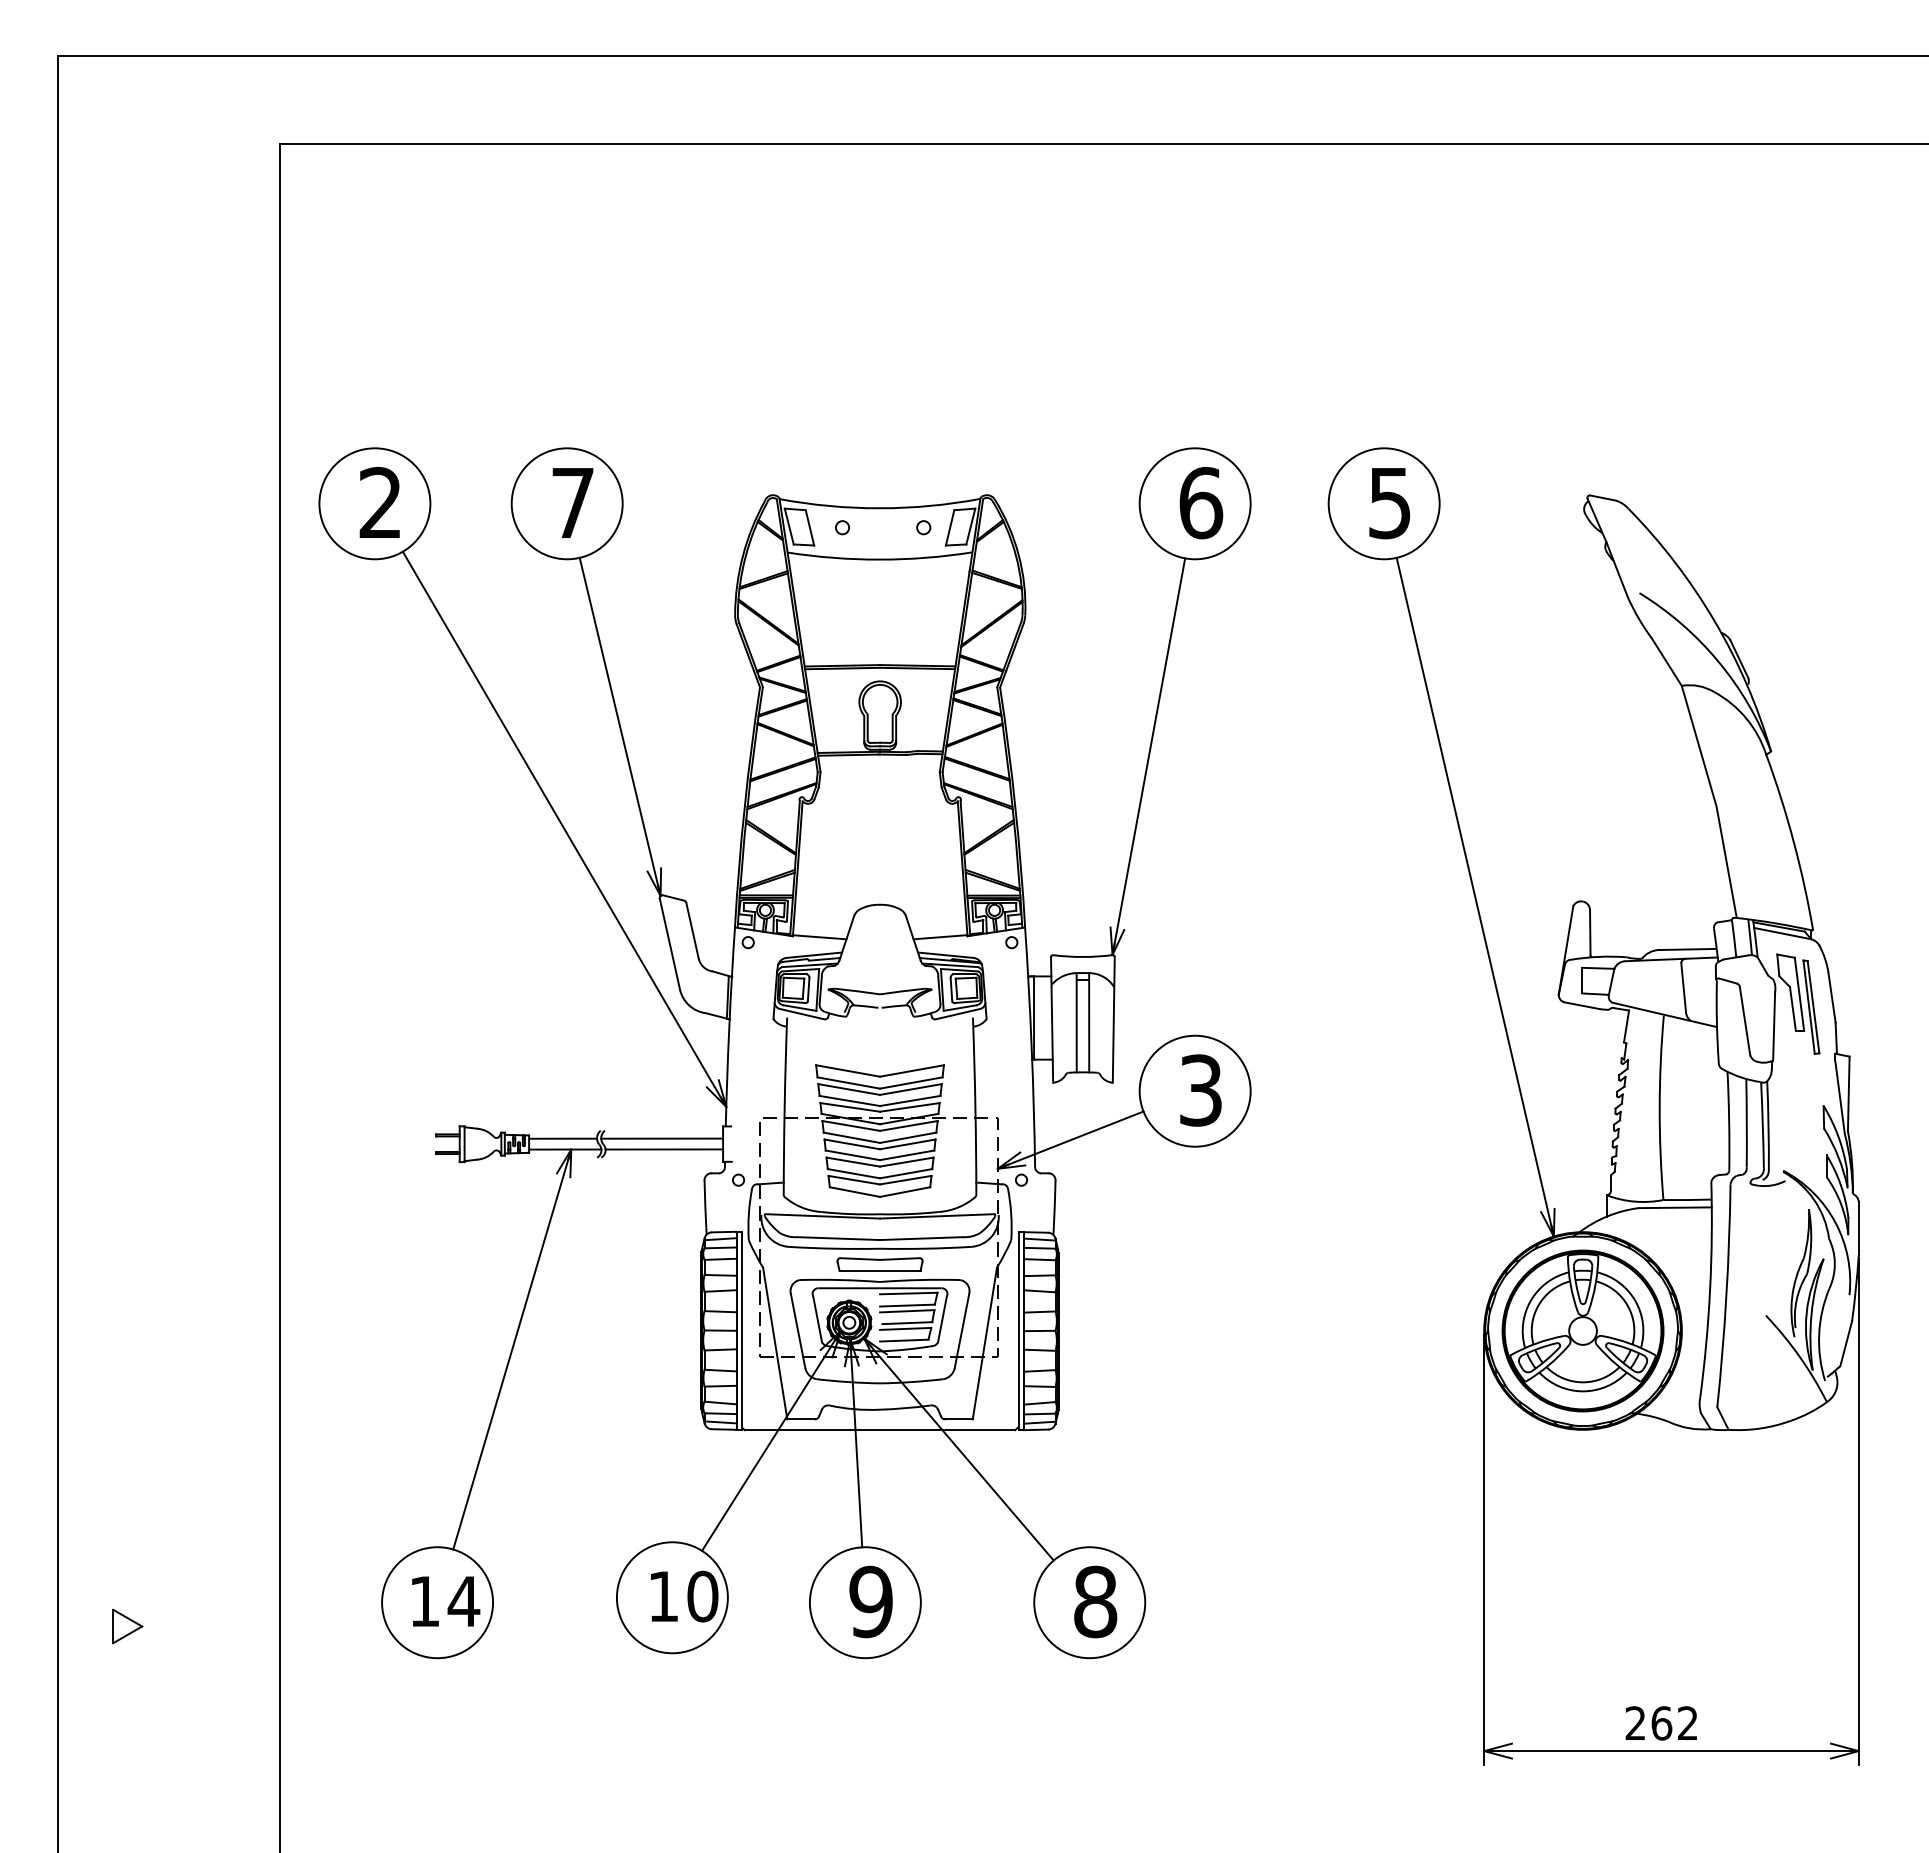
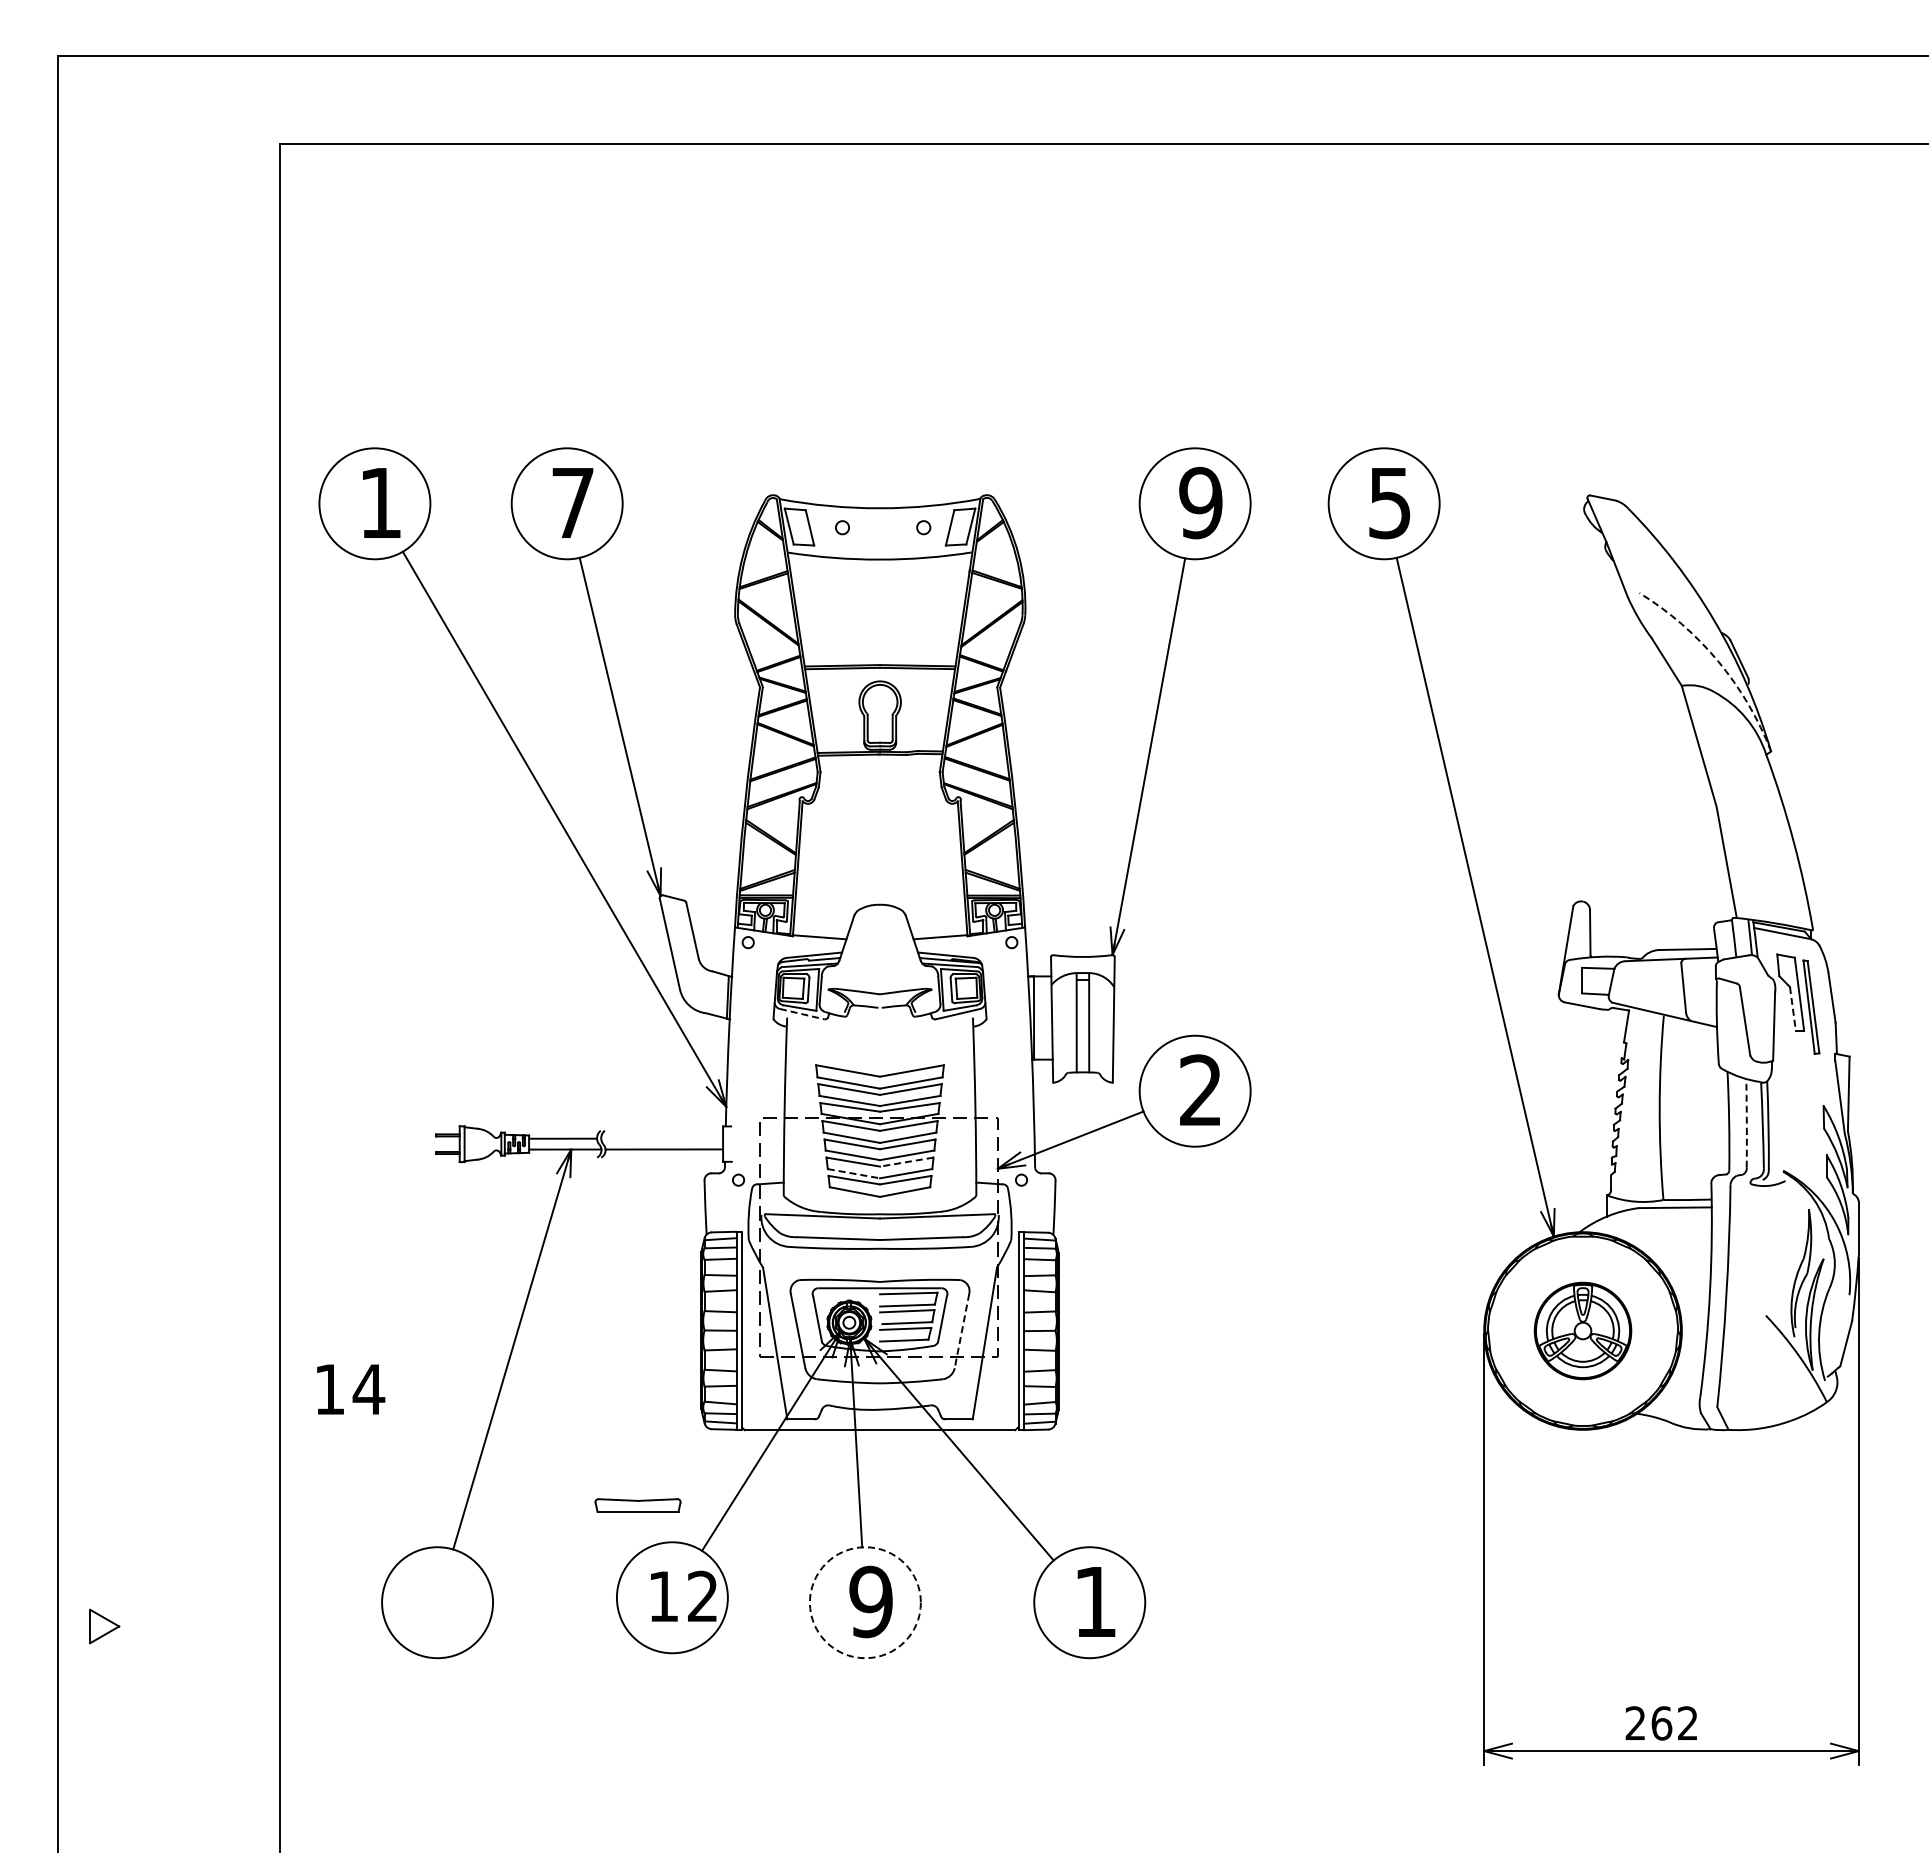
text at (379, 501): 2 -> 1
text at (1201, 502): 6 -> 9
arc at (1718, 661): solid -> dashed
line at (1792, 1009): solid -> dashed
line at (802, 1014): solid -> dashed
text at (1200, 1090): 3 -> 2
arc at (1746, 1123): solid -> dashed
line at (662, 1138): present -> none
line at (906, 1162): solid -> dashed
line at (853, 1173): solid -> dashed
part at (879, 1264) position: (879, 1264) -> (637, 1505)
part at (1582, 1330) size: 164x164 px -> 100x100 px
line at (962, 1331): solid -> dashed
text at (702, 1596): 10 -> 12
text at (446, 1601) position: (446, 1601) -> (351, 1389)
text at (1095, 1601): 8 -> 1
circle at (864, 1602): solid -> dashed
part at (127, 1626) position: (127, 1626) -> (104, 1626)
